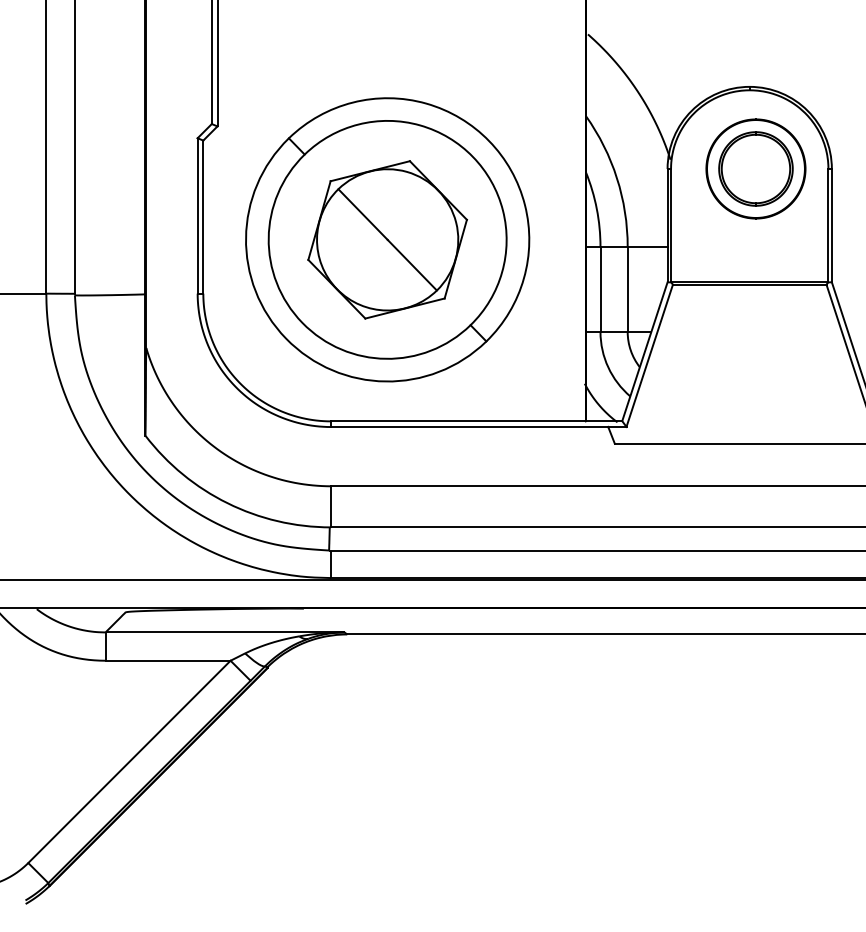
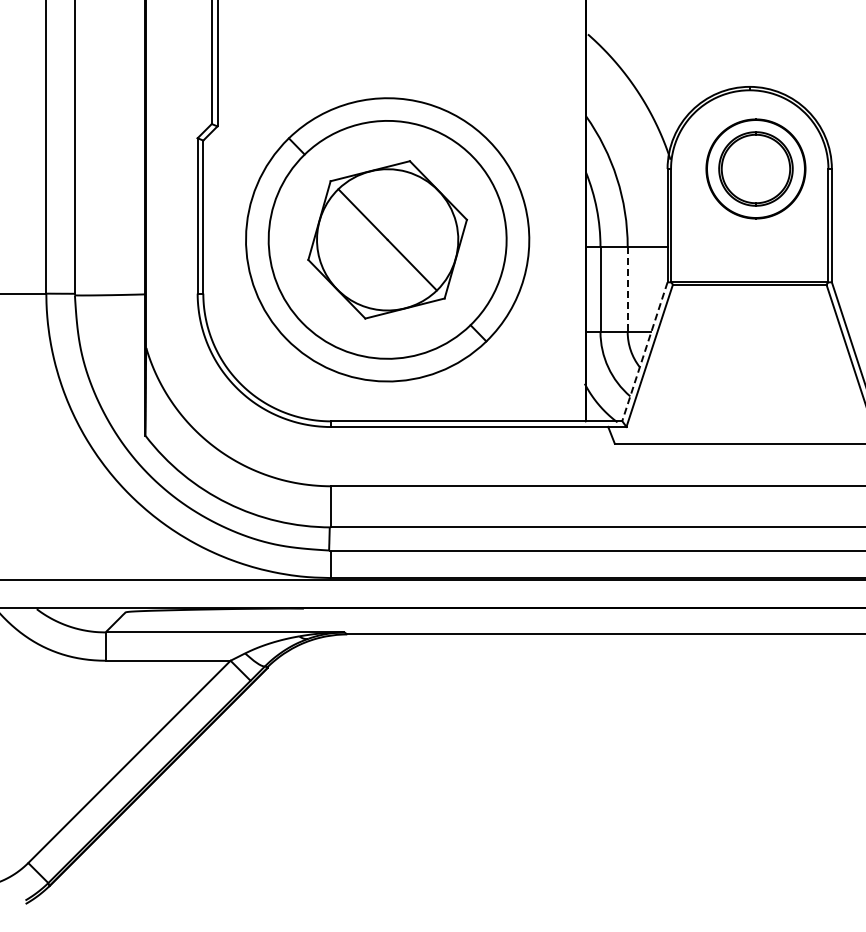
line at (627, 289): solid -> dashed
line at (644, 352): solid -> dashed
